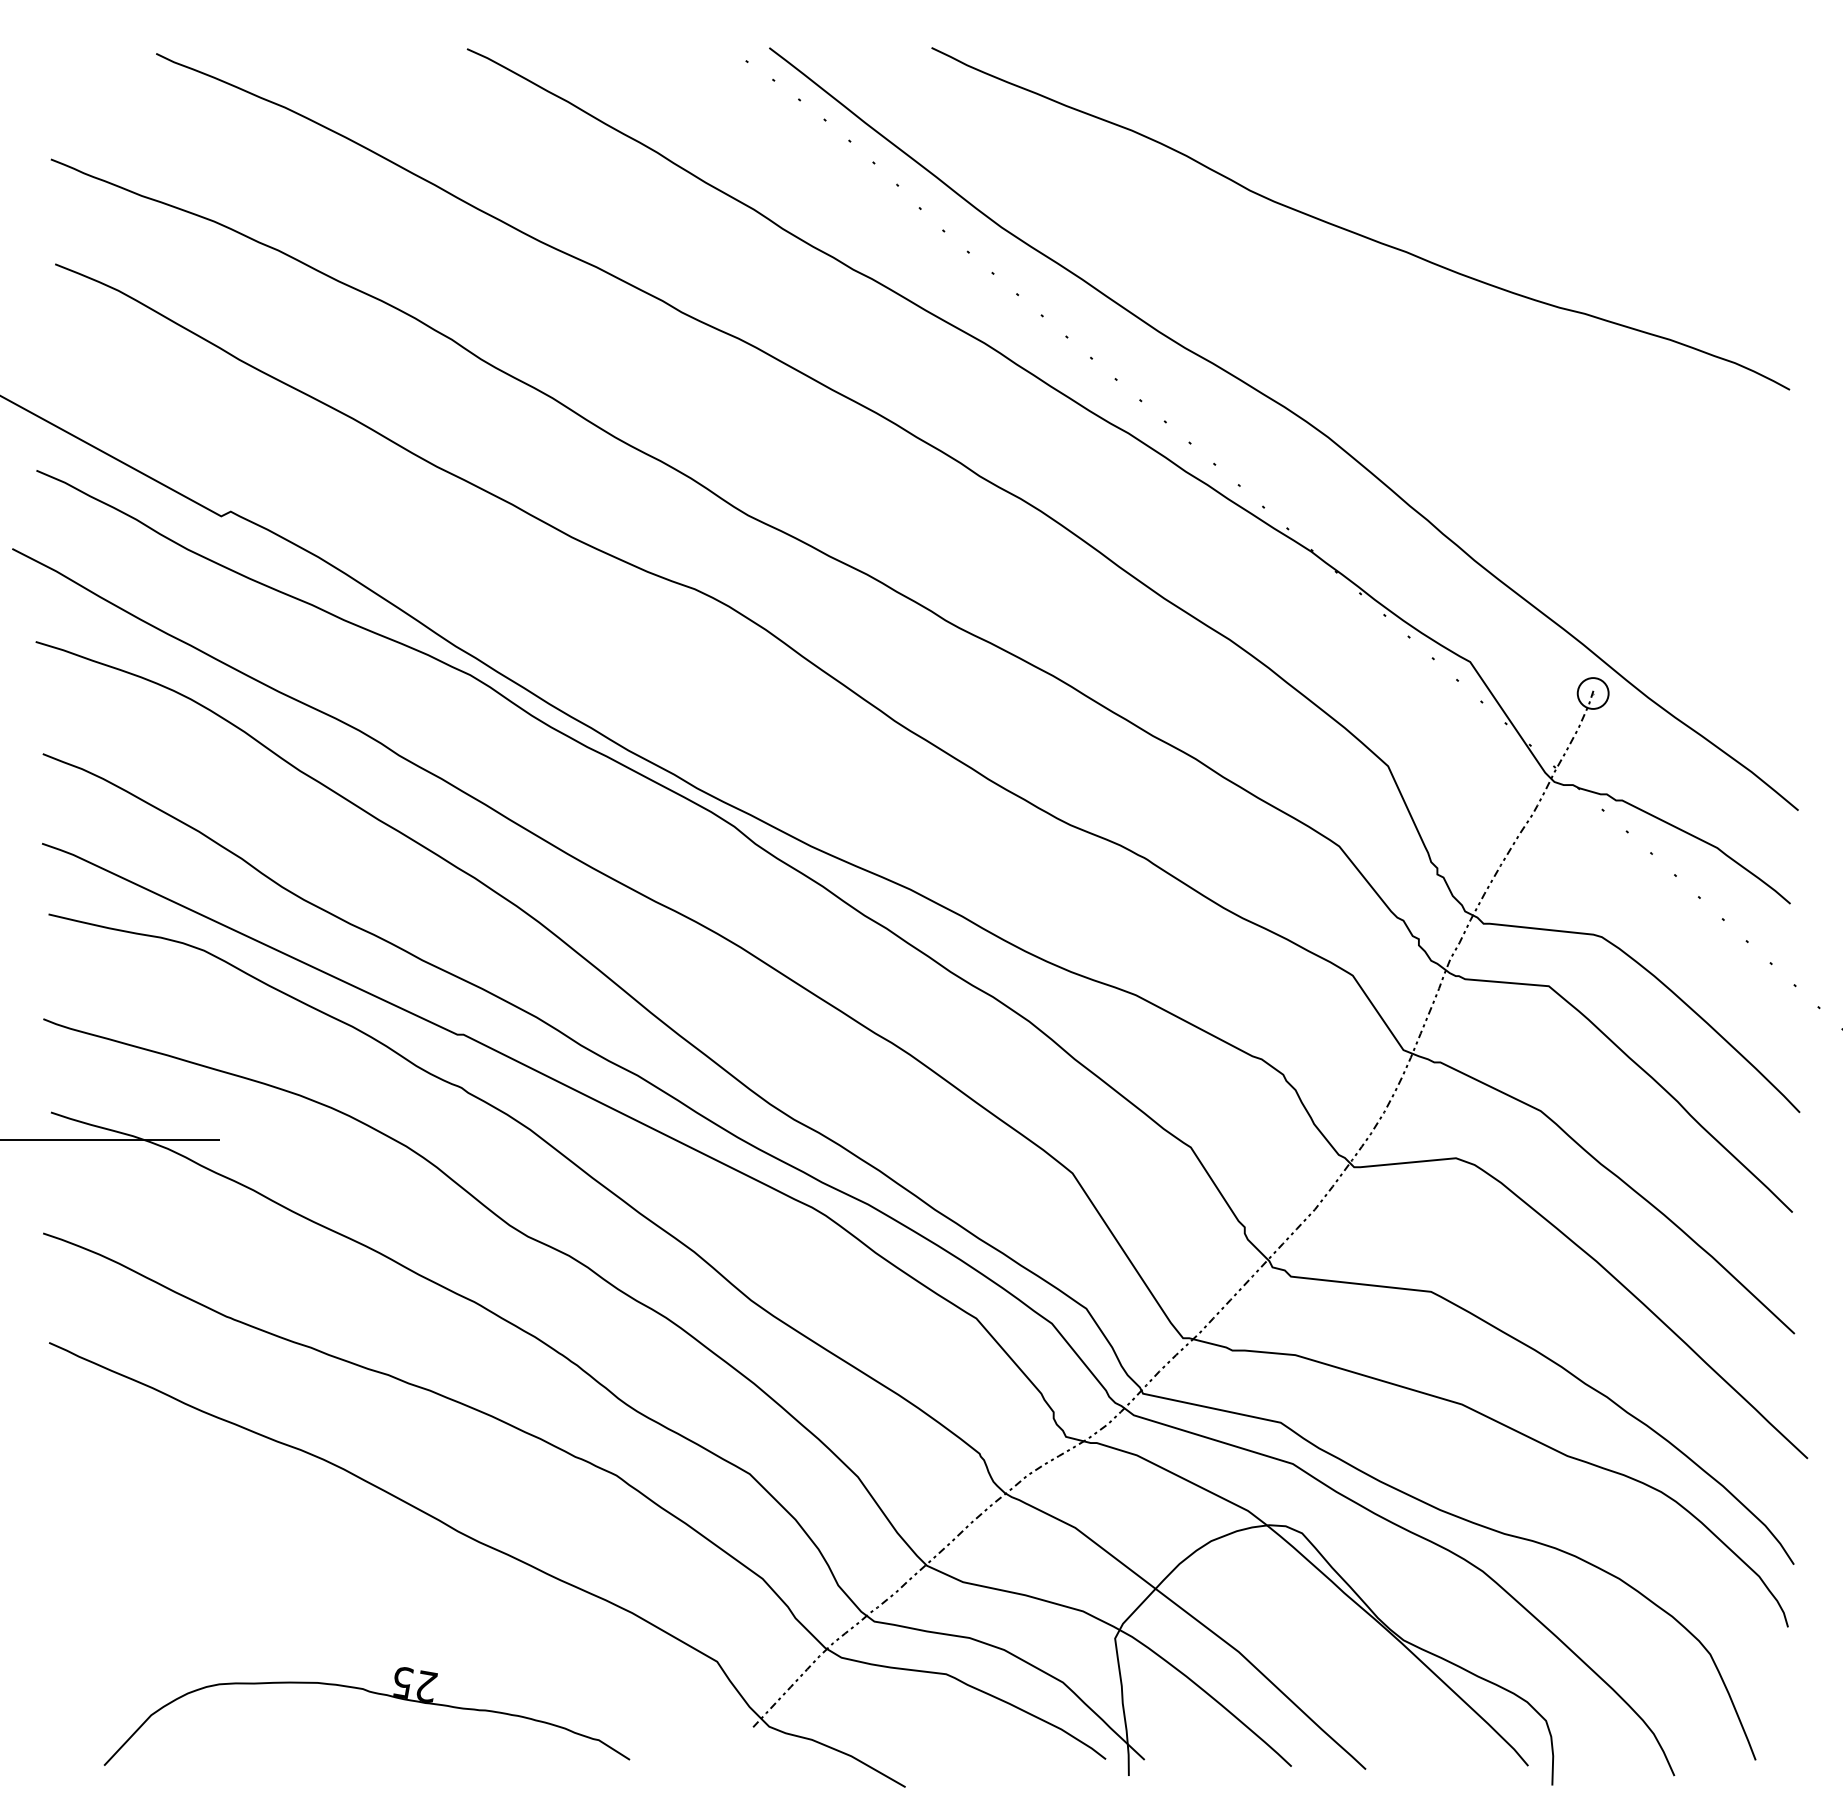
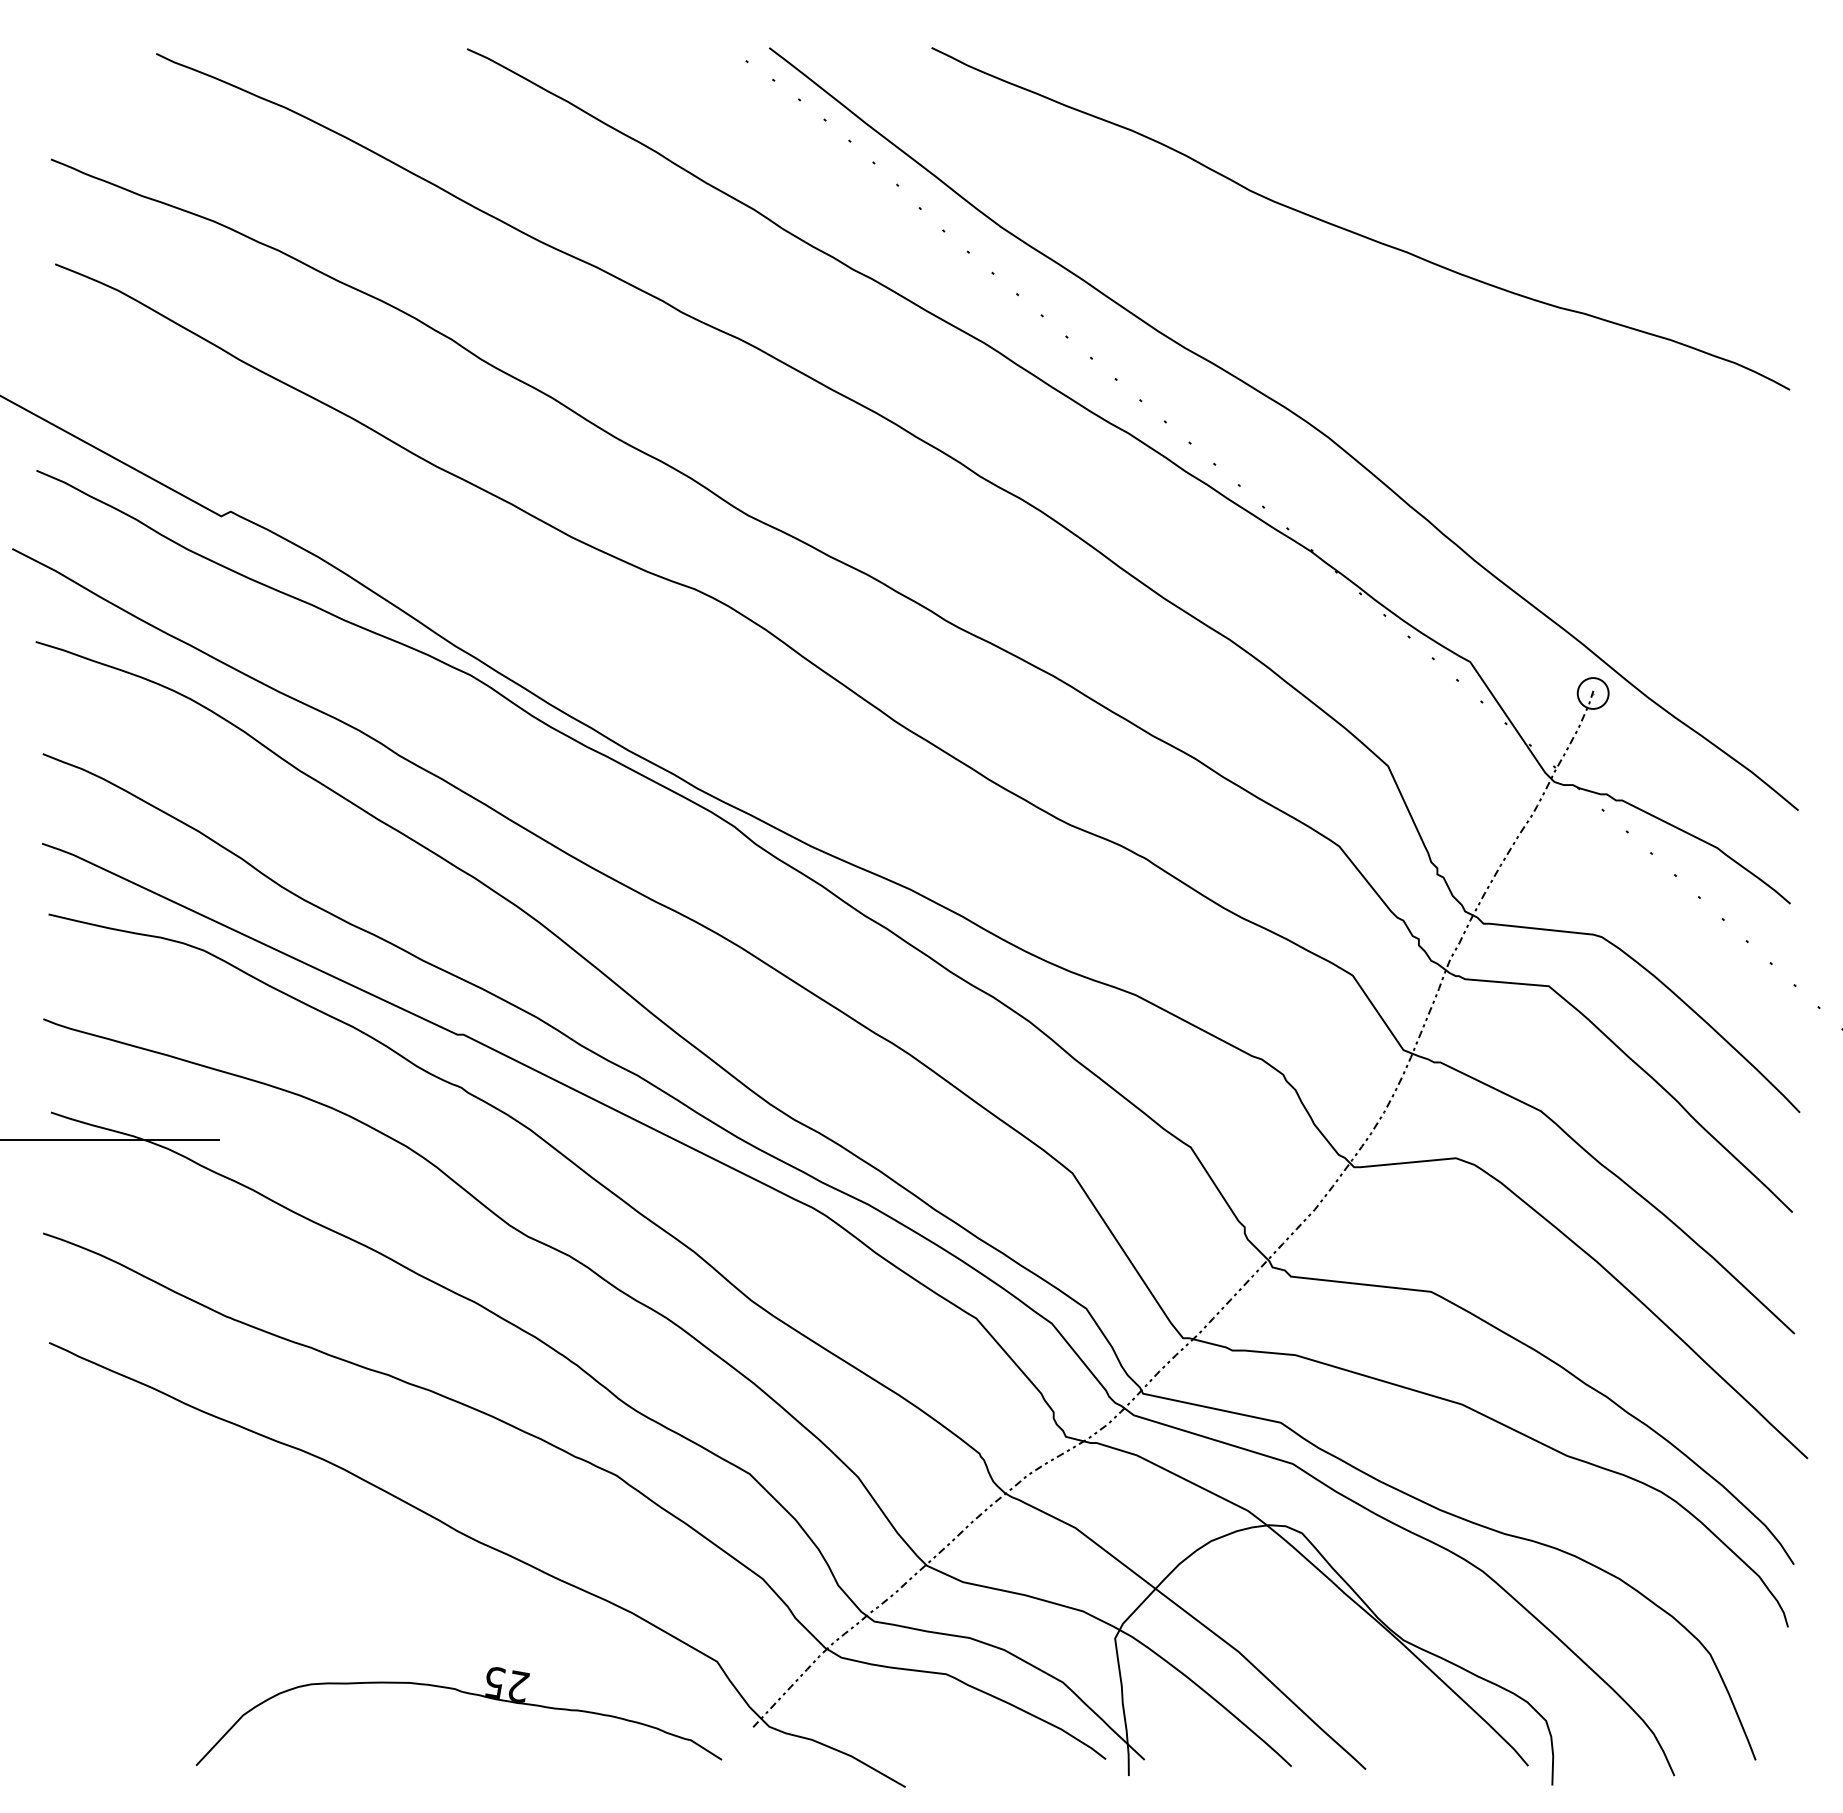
part at (372, 1693) position: (372, 1693) -> (464, 1693)
